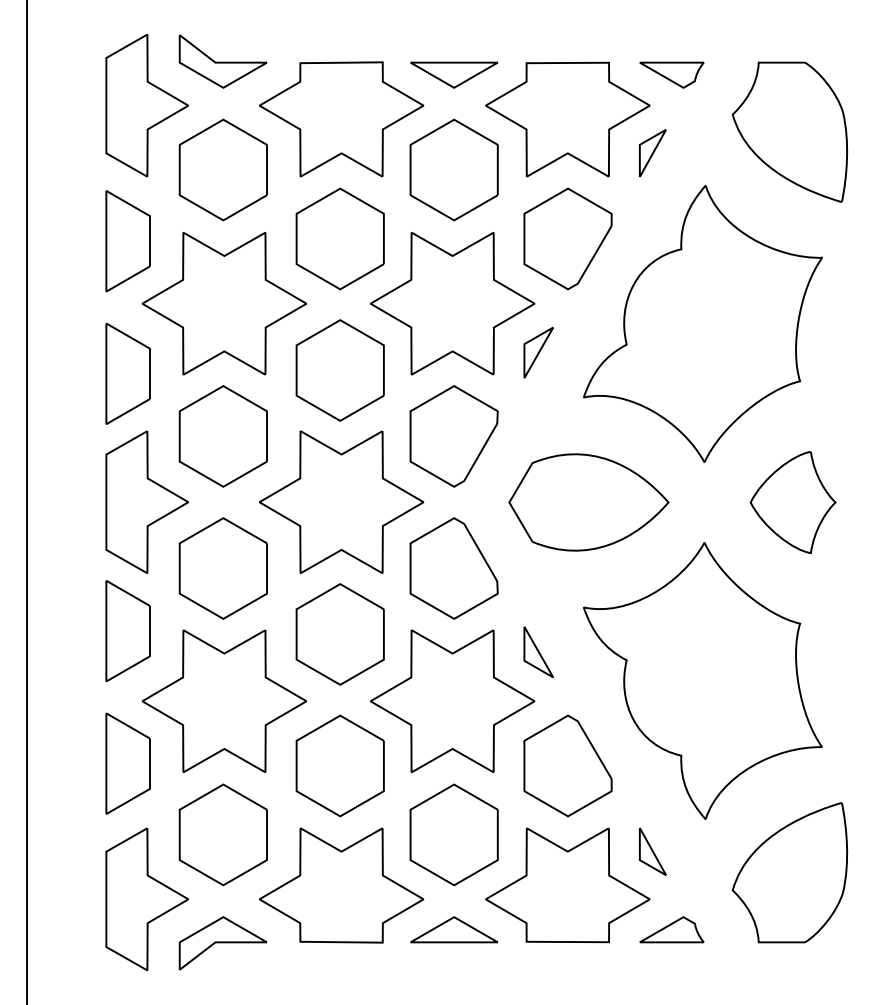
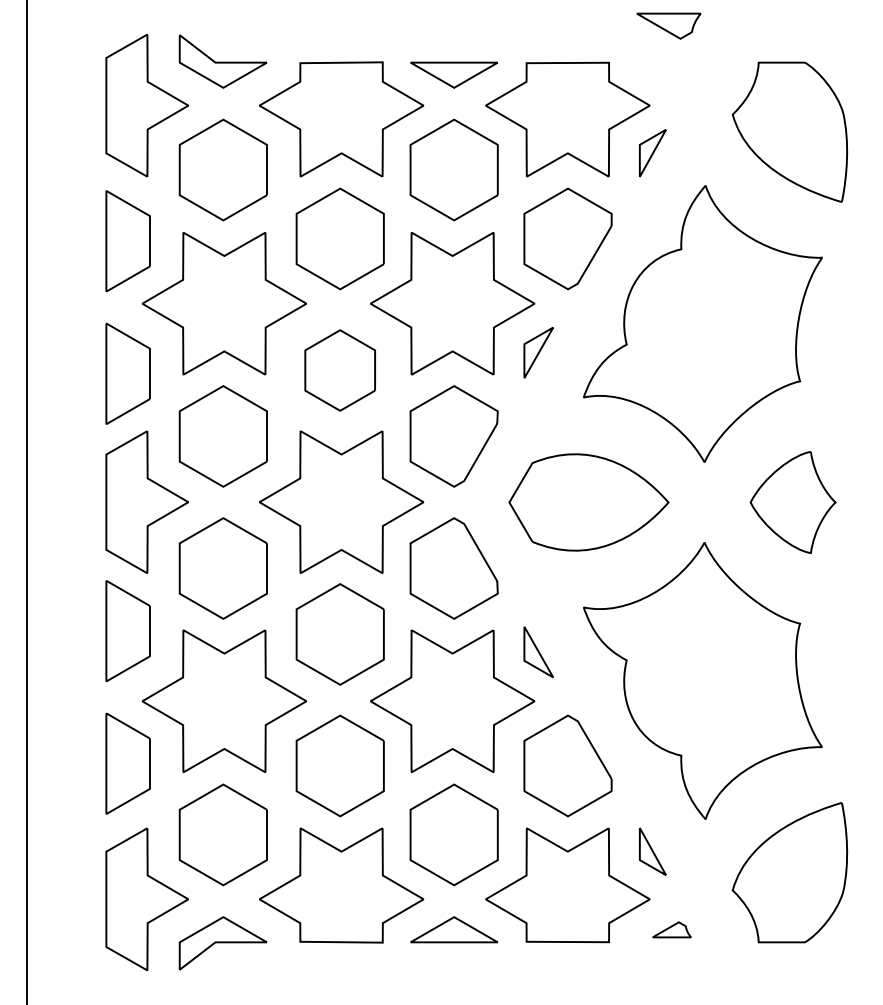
part at (671, 74) position: (671, 74) -> (668, 25)
part at (339, 370) size: 90x103 px -> 72x83 px
part at (671, 929) size: 66x28 px -> 40x18 px
